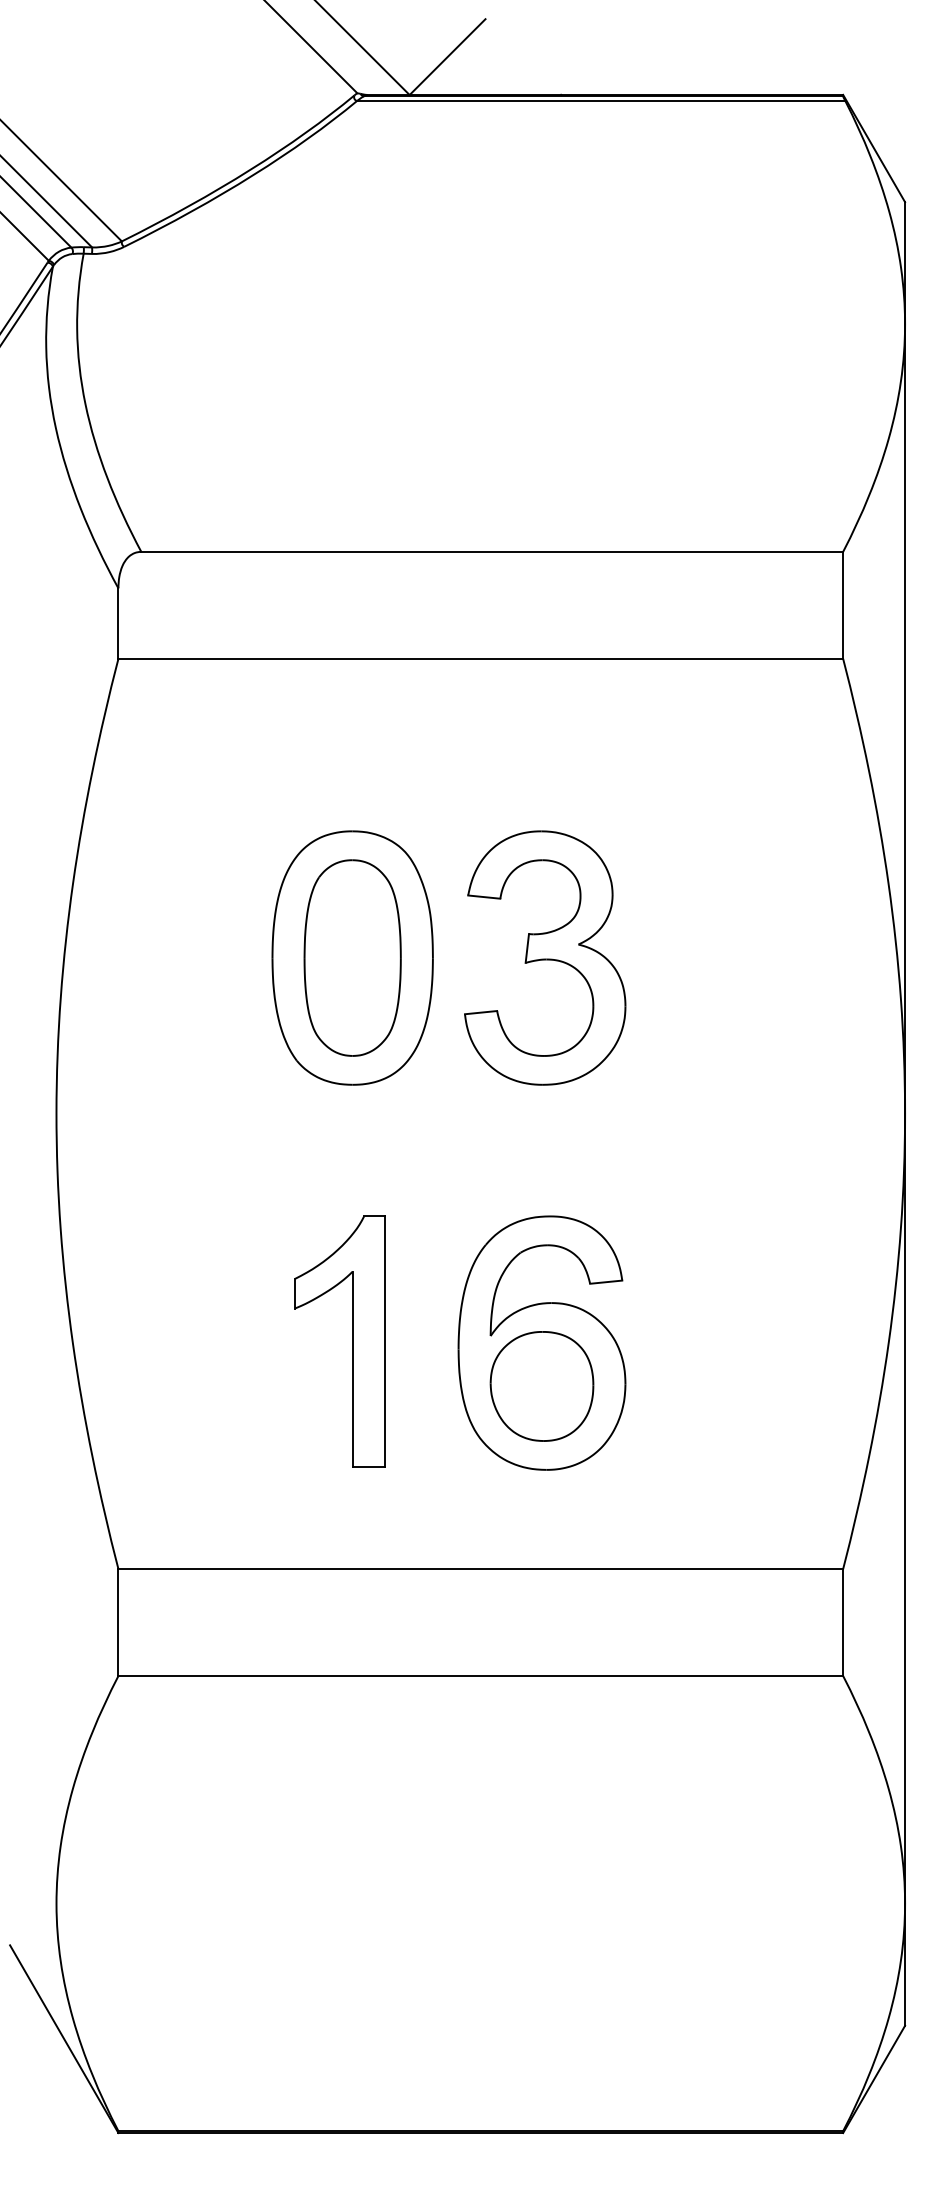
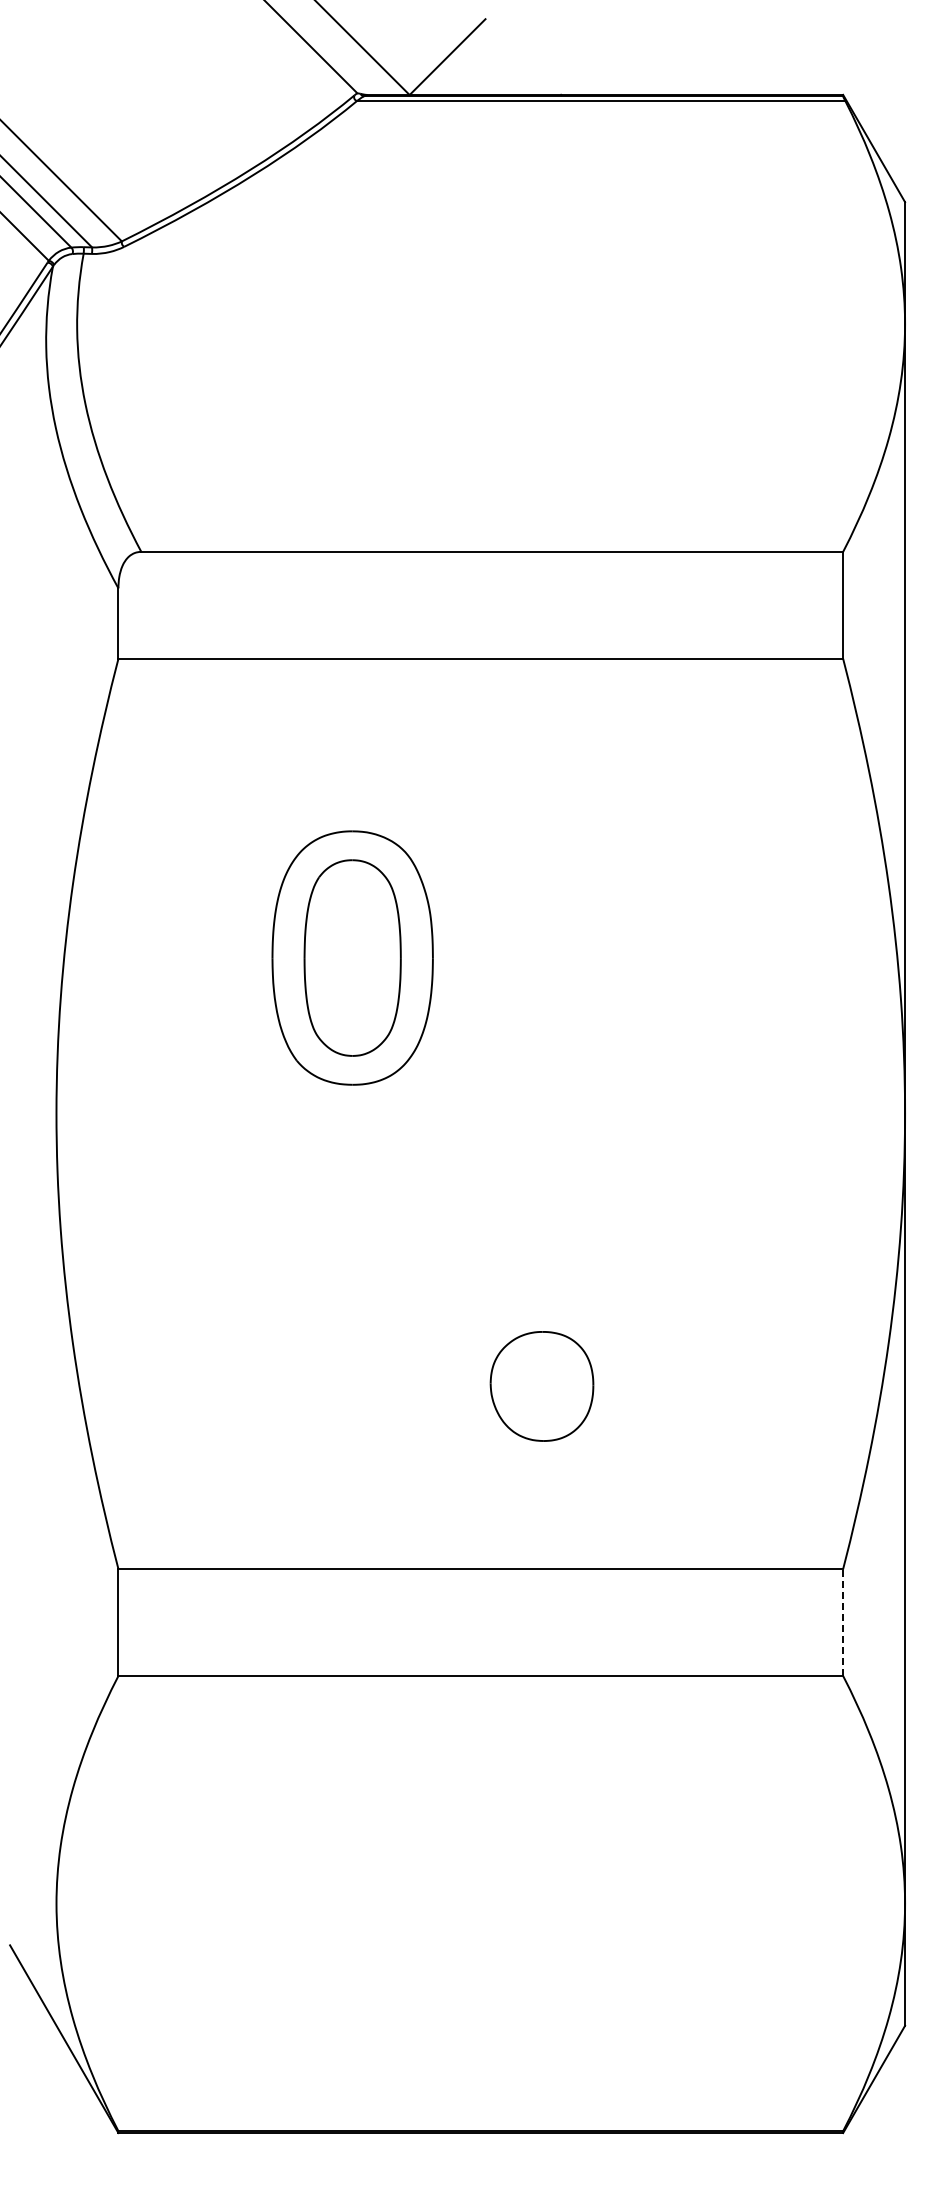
part at (545, 957): present -> none
part at (352, 1341): present -> none
part at (541, 1342): present -> none
line at (843, 1622): solid -> dashed
